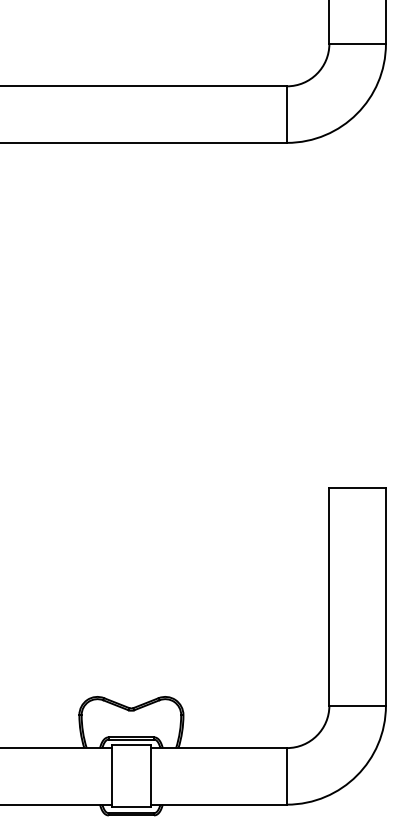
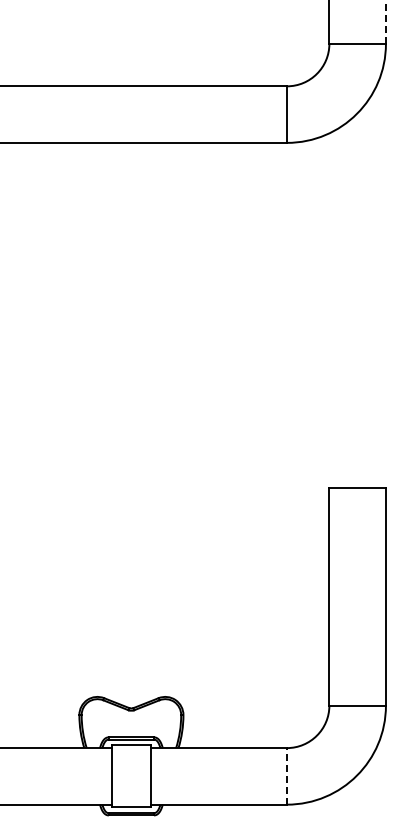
line at (385, 22): solid -> dashed
line at (286, 775): solid -> dashed
